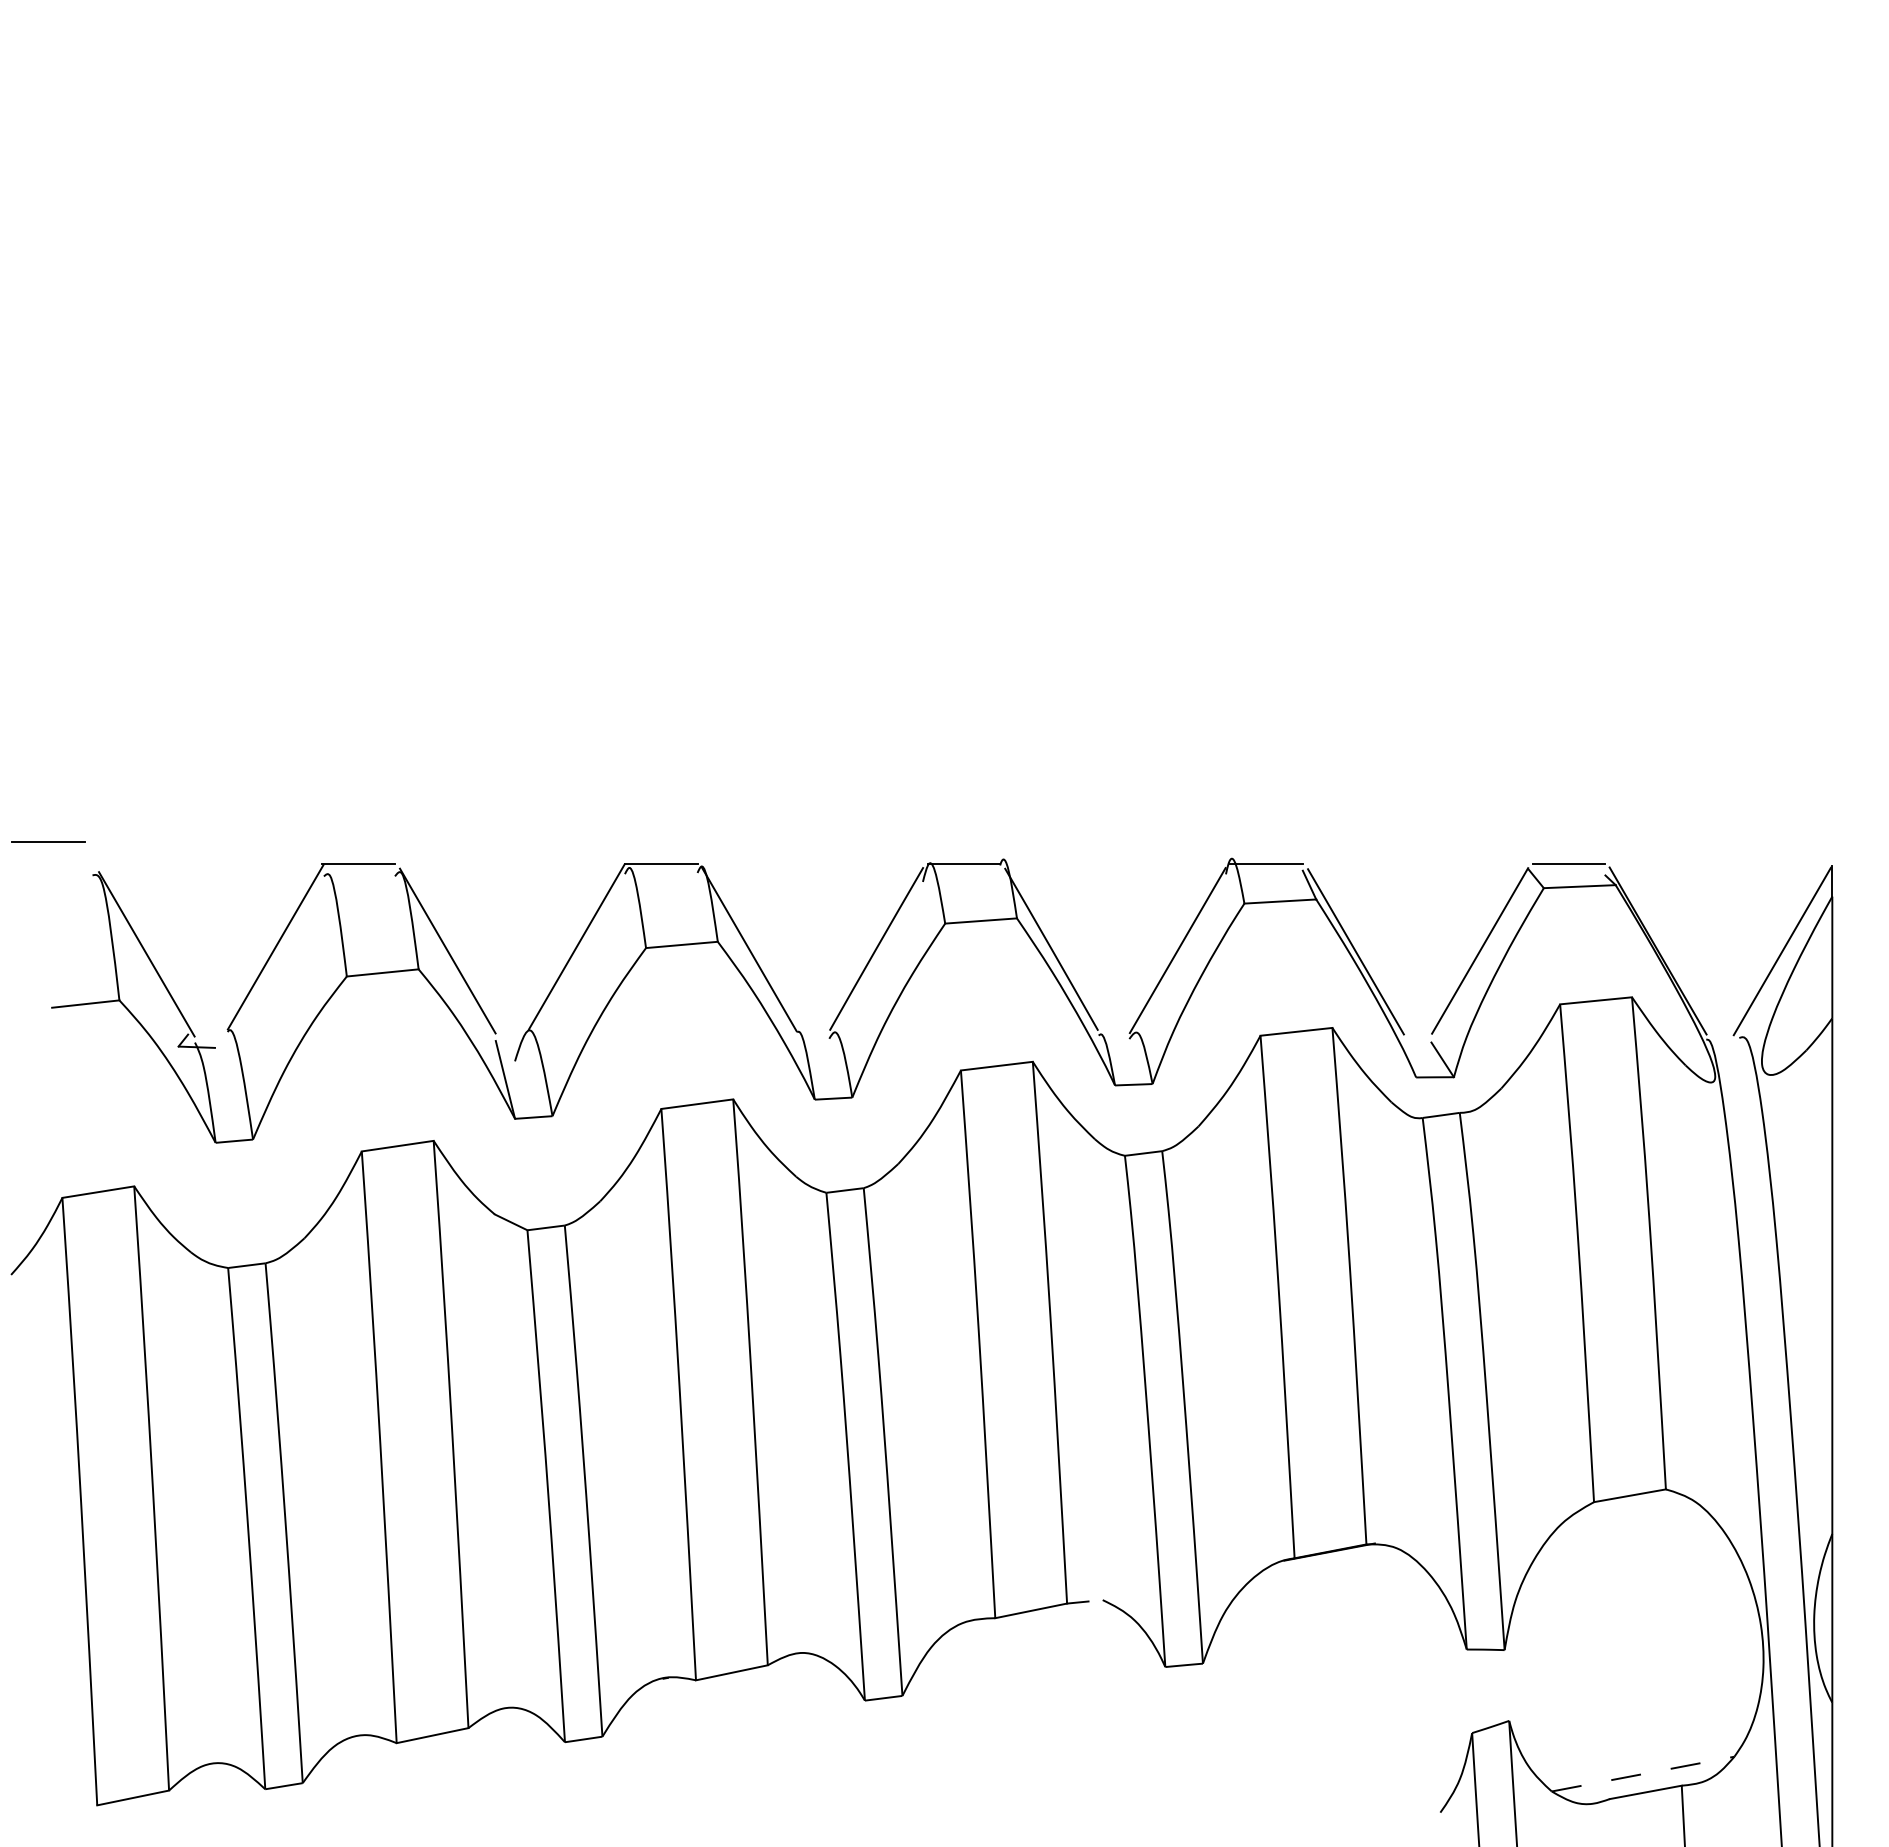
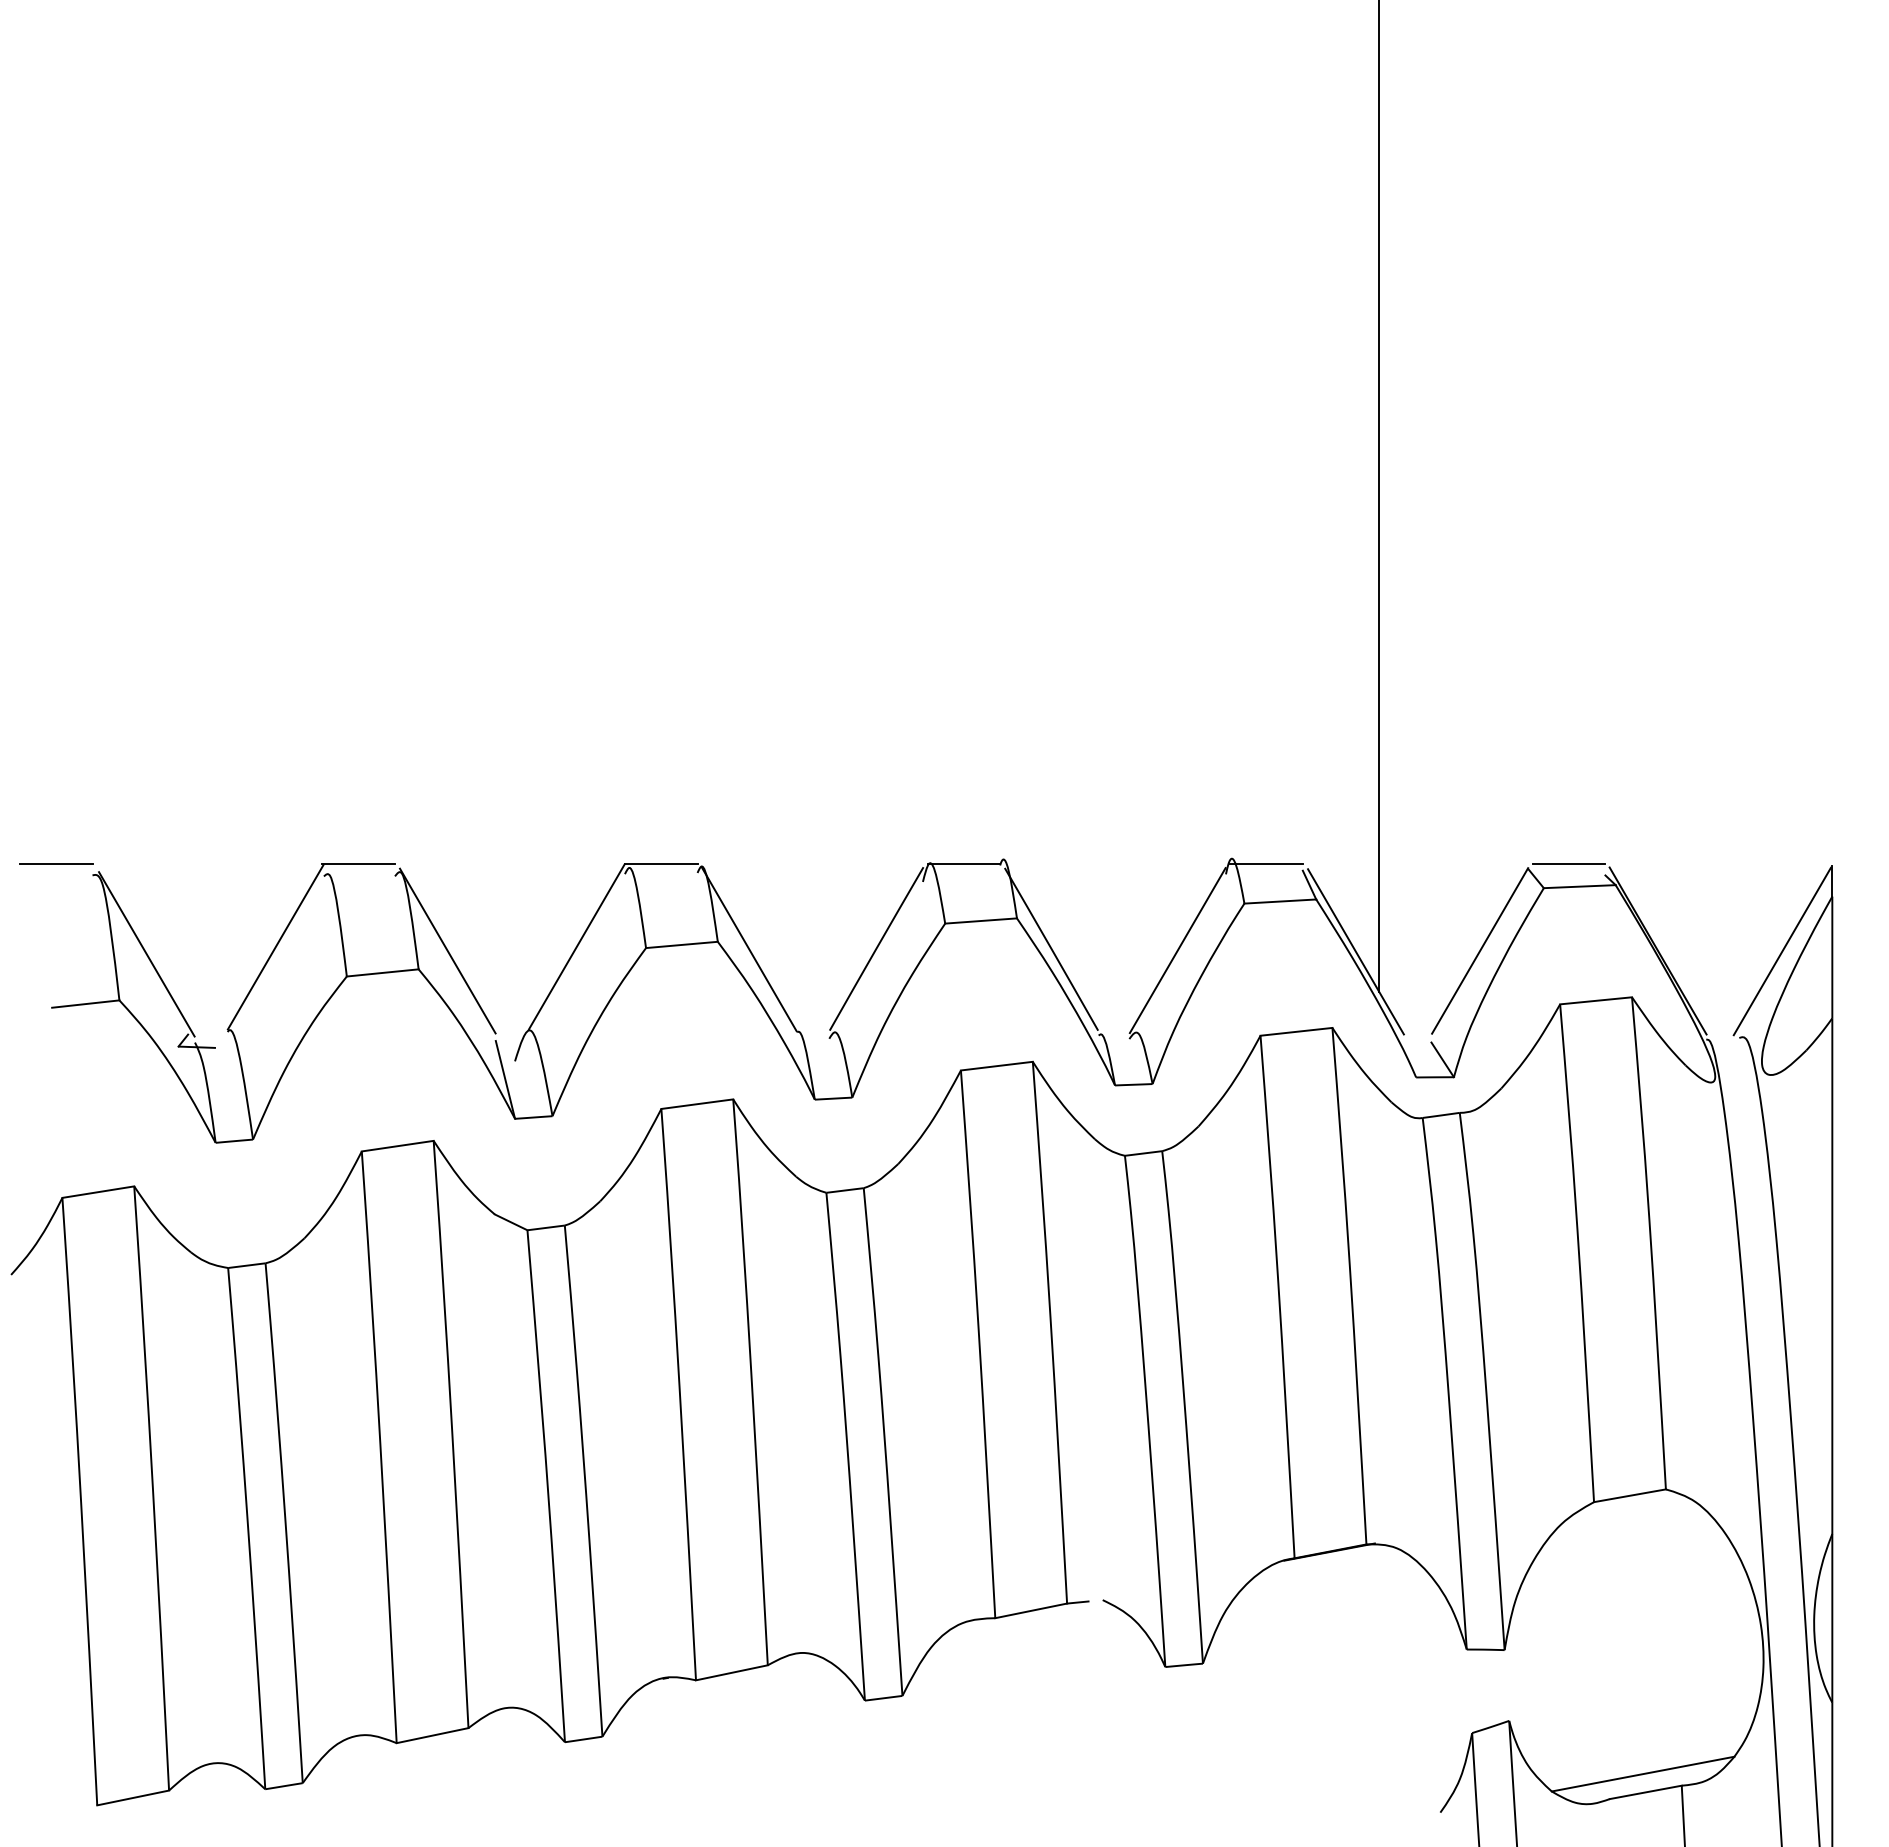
line at (1379, 496): none -> present
line at (48, 841) position: (48, 841) -> (56, 863)
line at (1643, 1774): dashed -> solid
